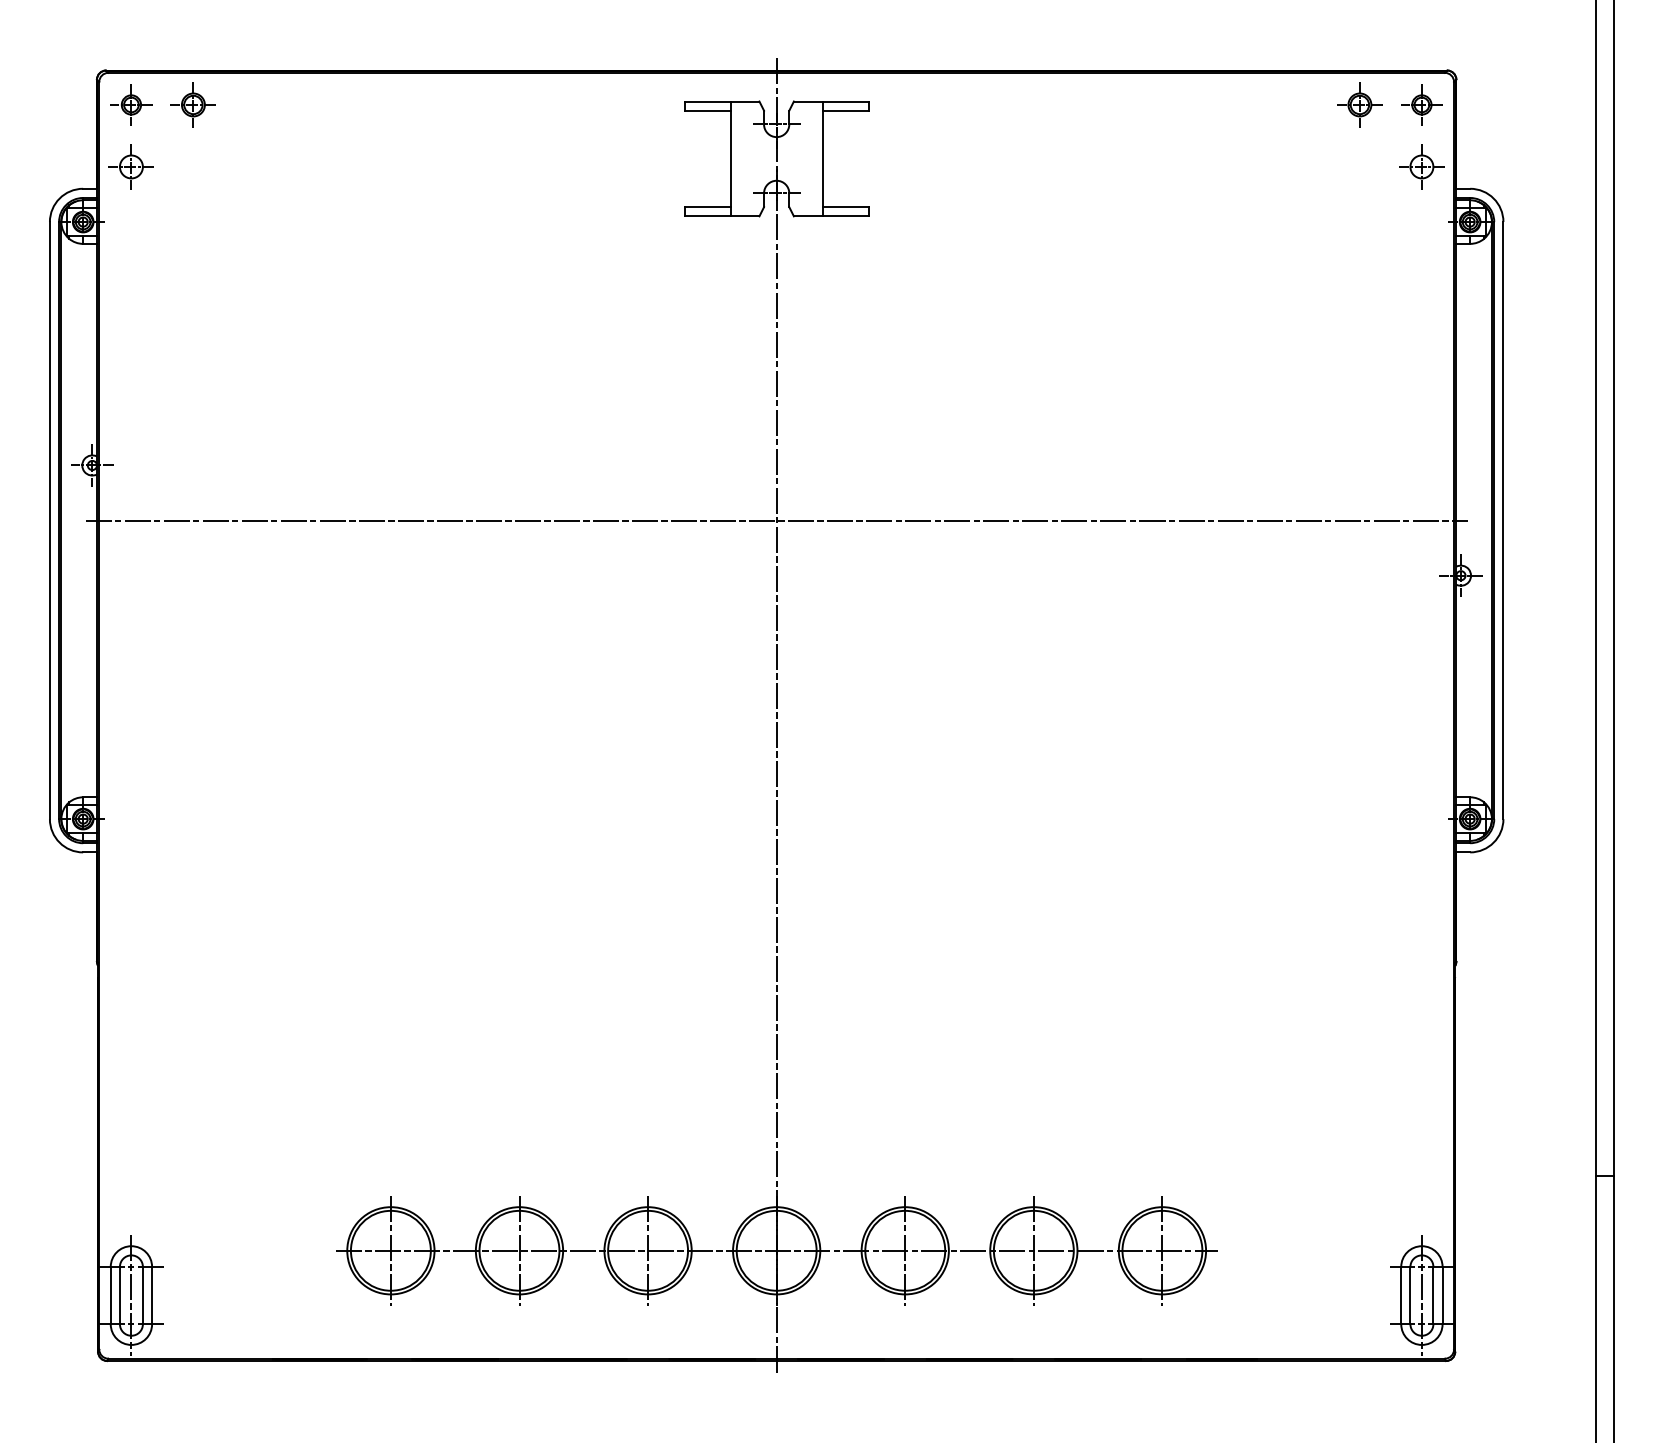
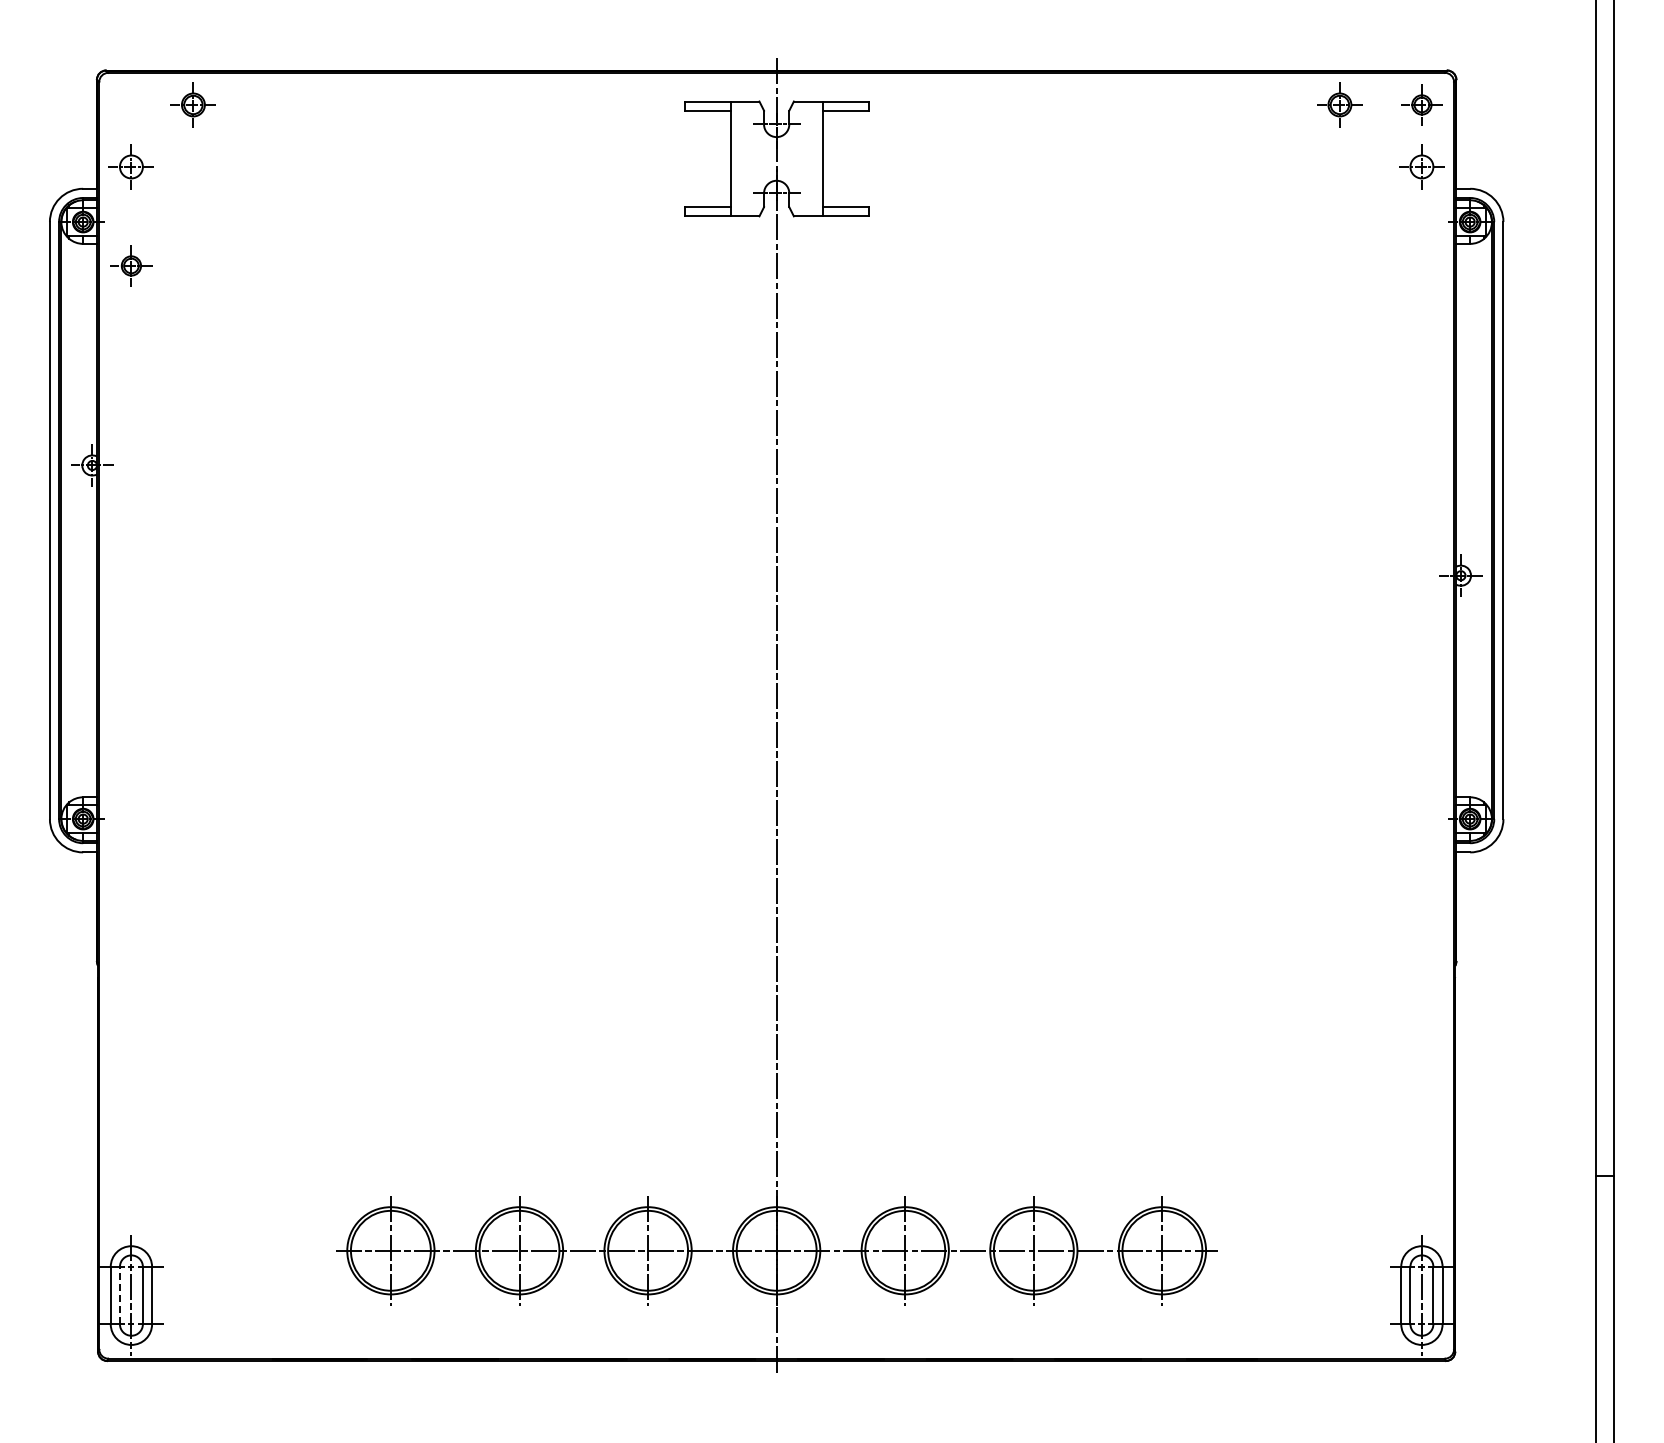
part at (131, 104) position: (131, 104) -> (131, 265)
part at (1359, 104) position: (1359, 104) -> (1339, 104)
line at (776, 520): present -> none
line at (119, 1295): solid -> dashed
